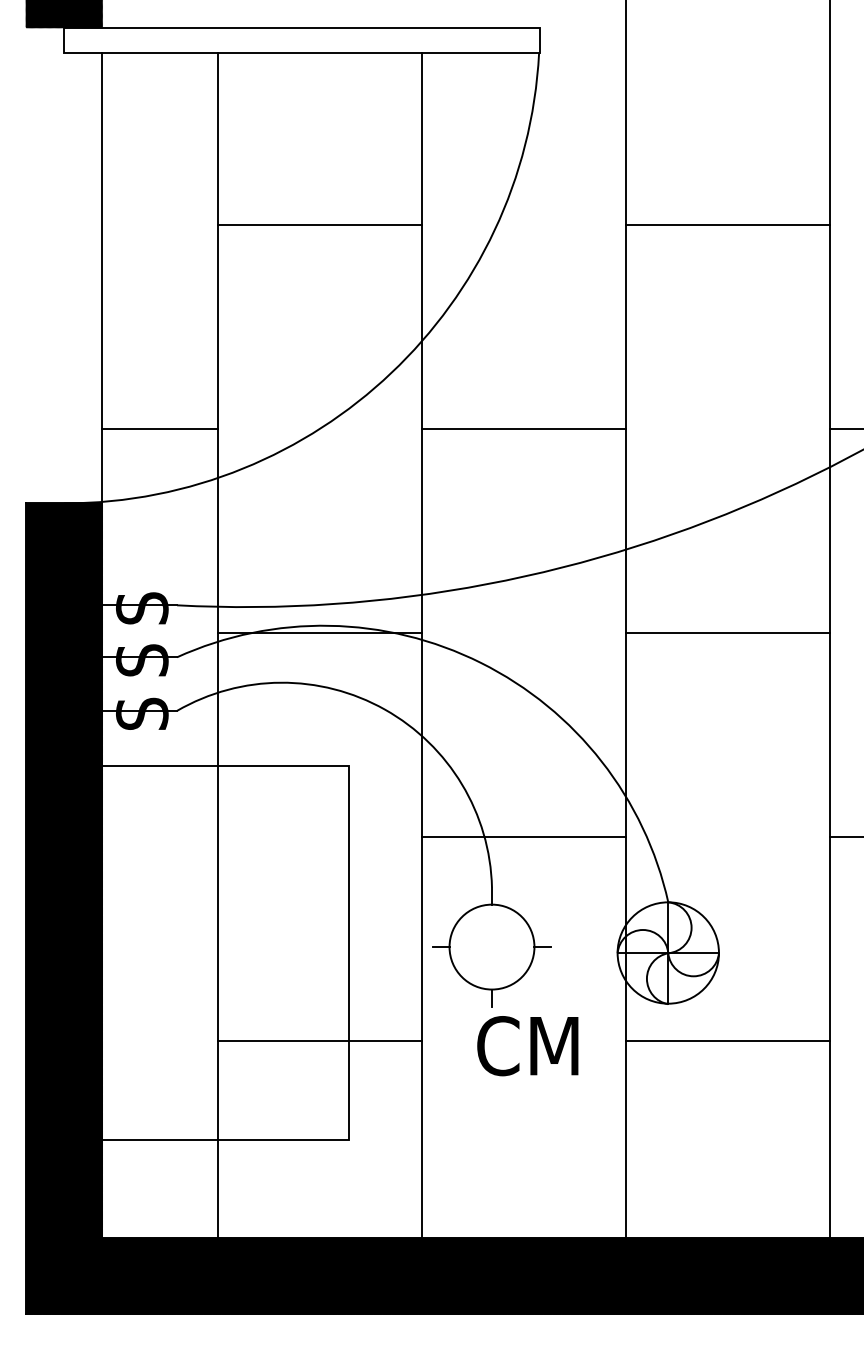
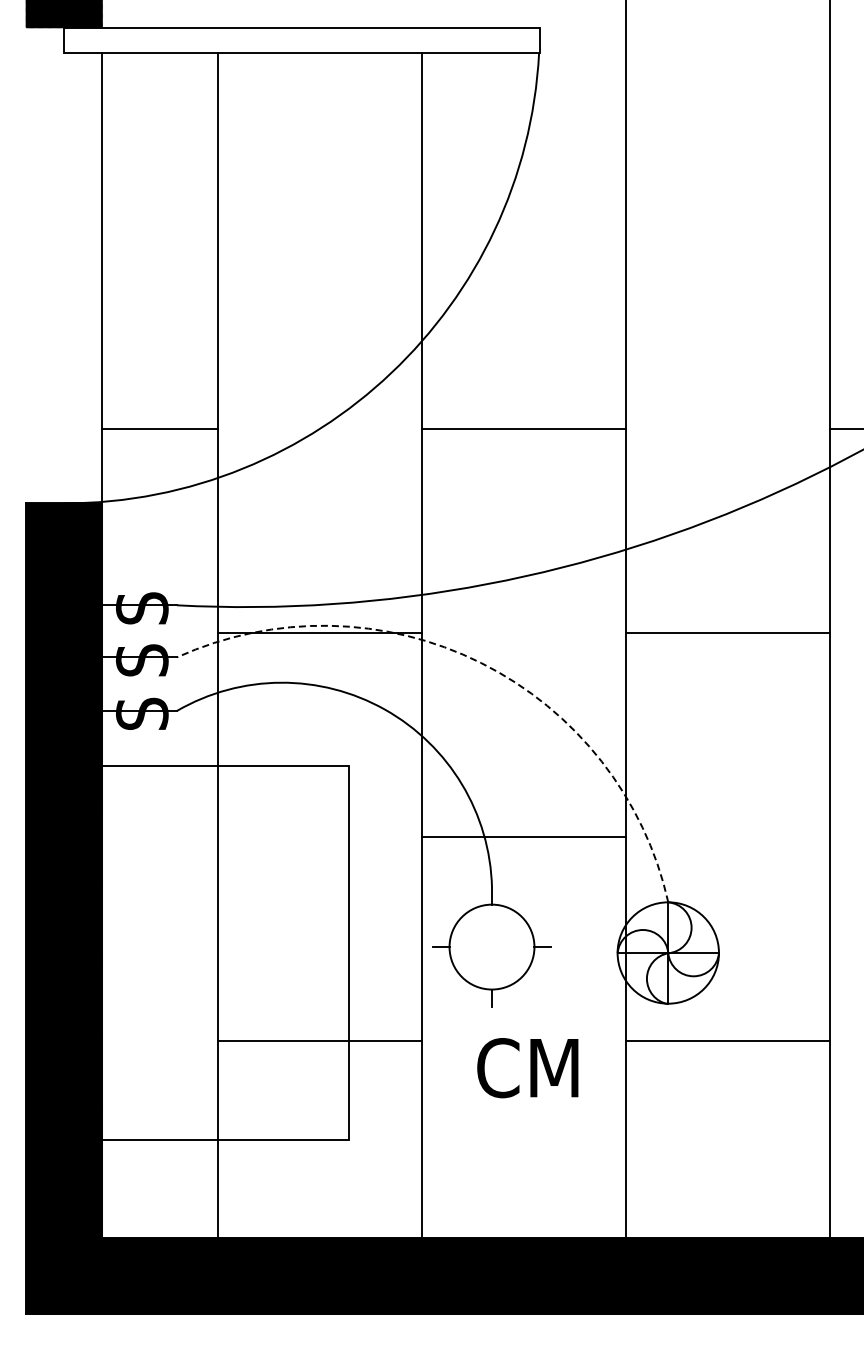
line at (319, 225): present -> none
line at (727, 225): present -> none
arc at (481, 662): solid -> dashed
line at (844, 836): present -> none
text at (527, 1046) position: (527, 1046) -> (527, 1068)
